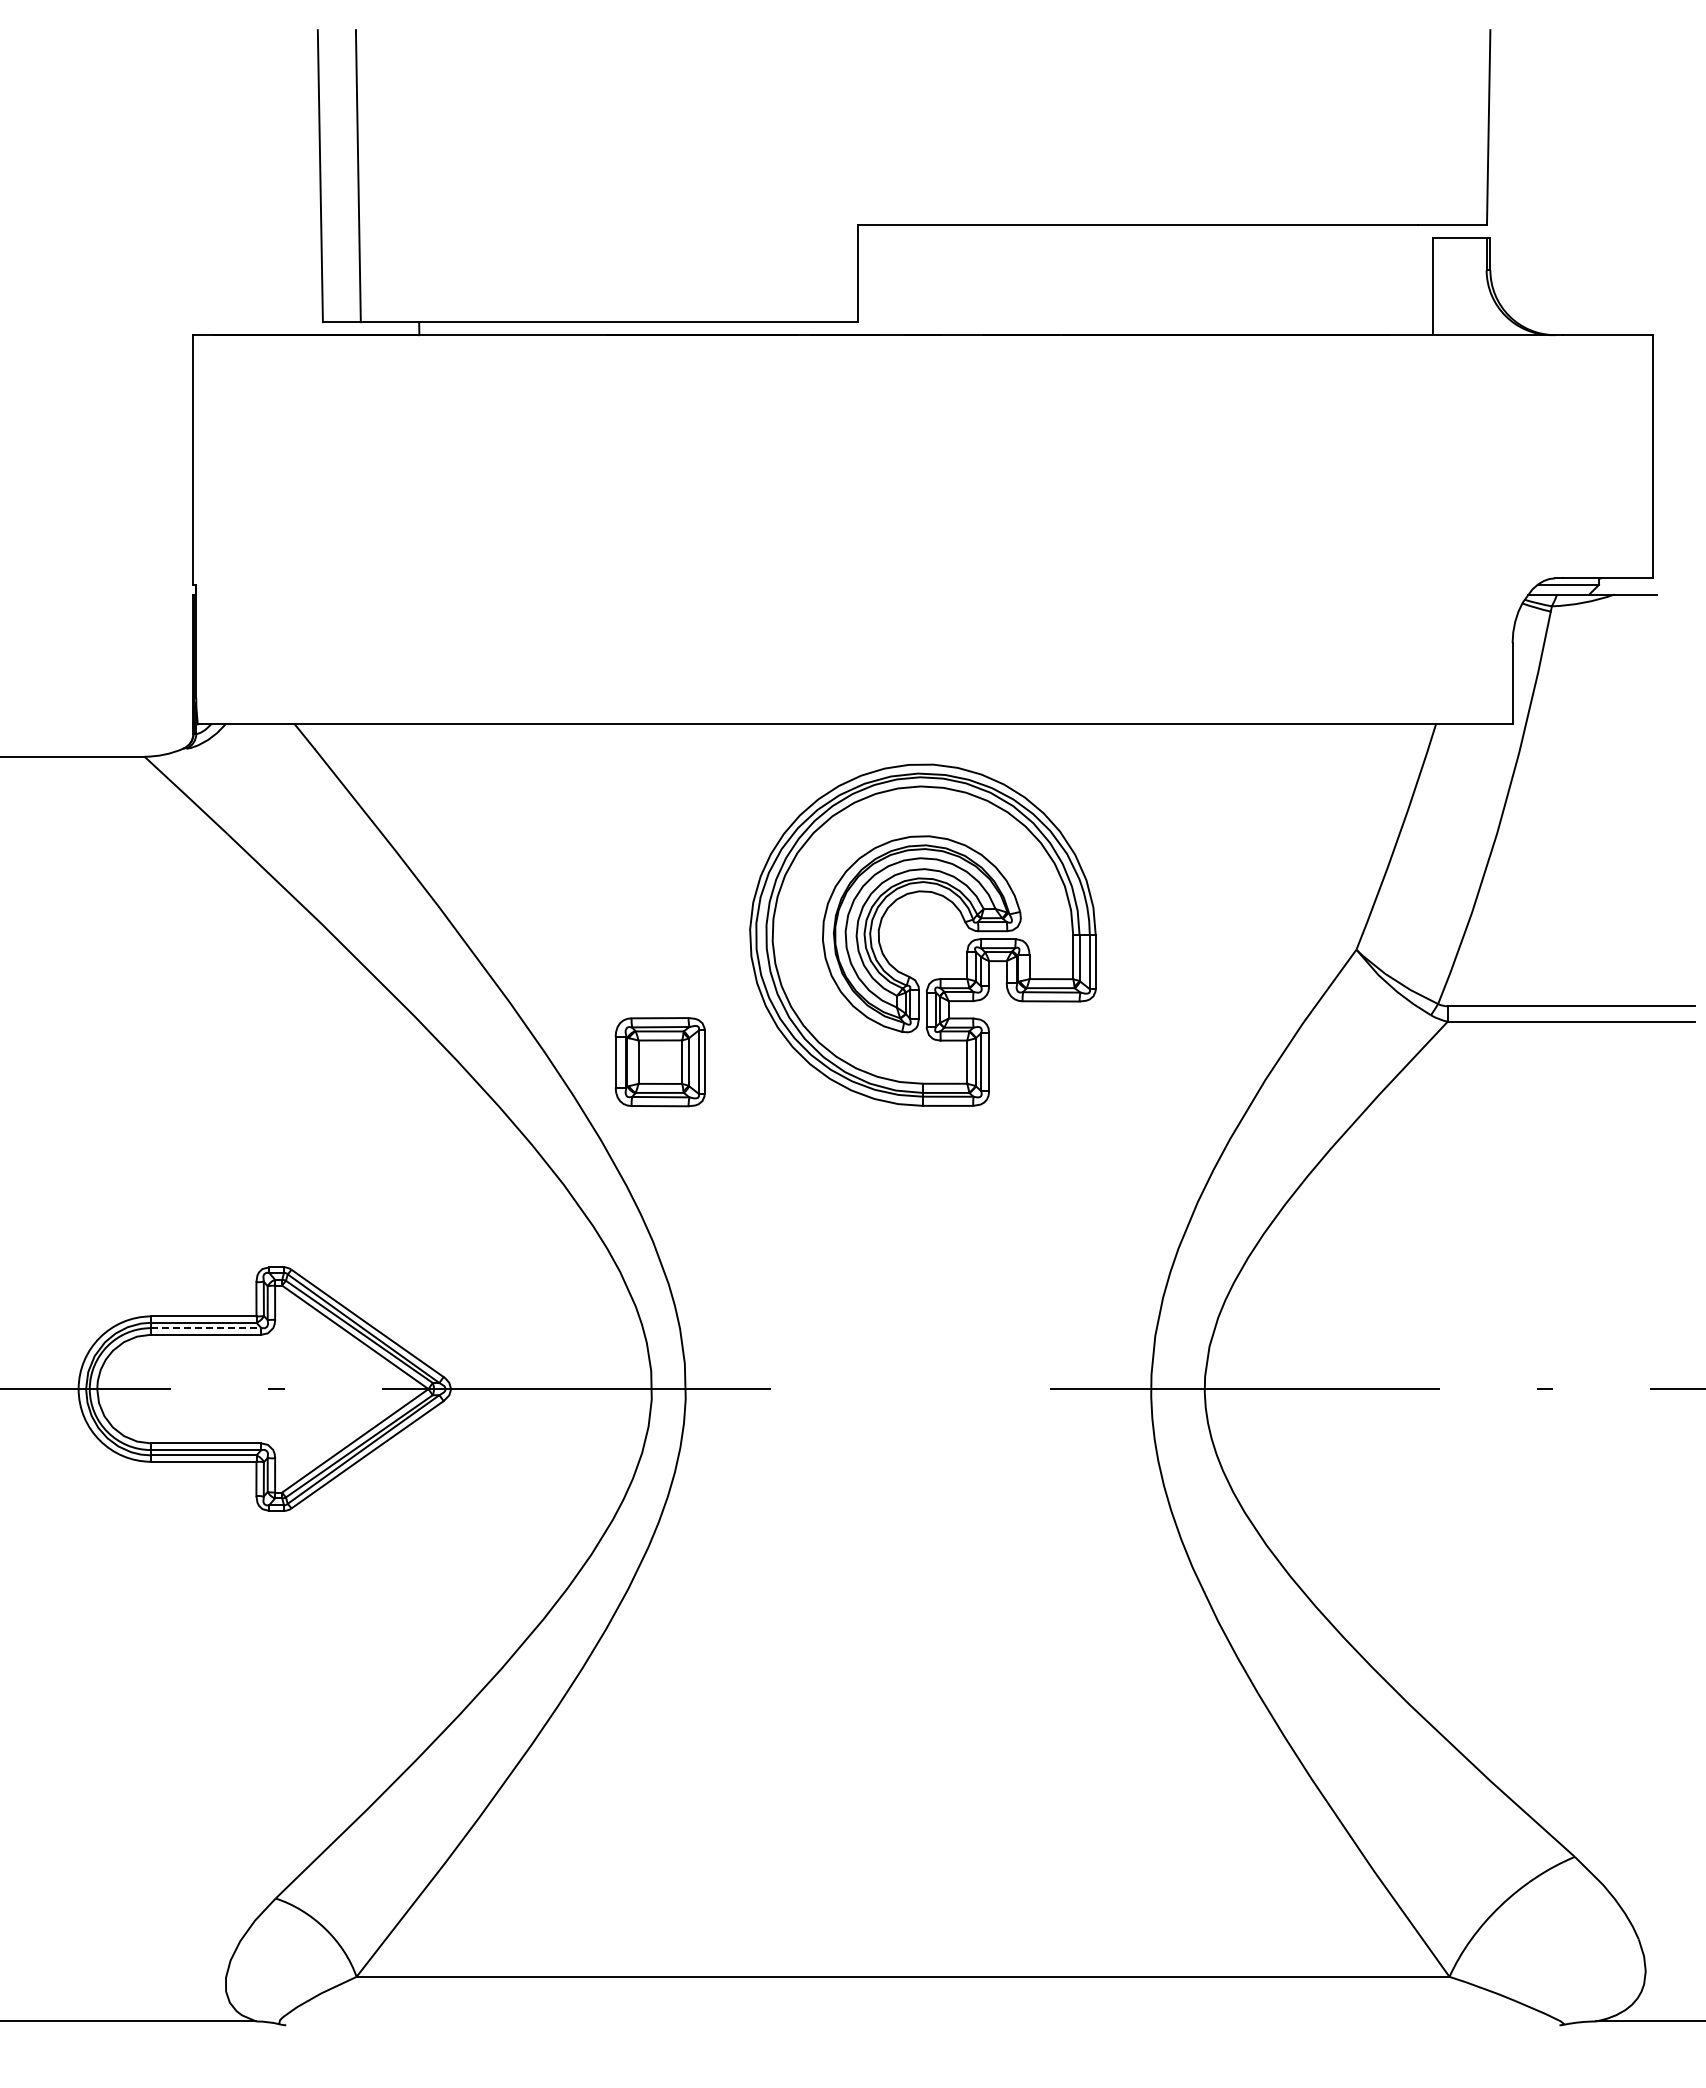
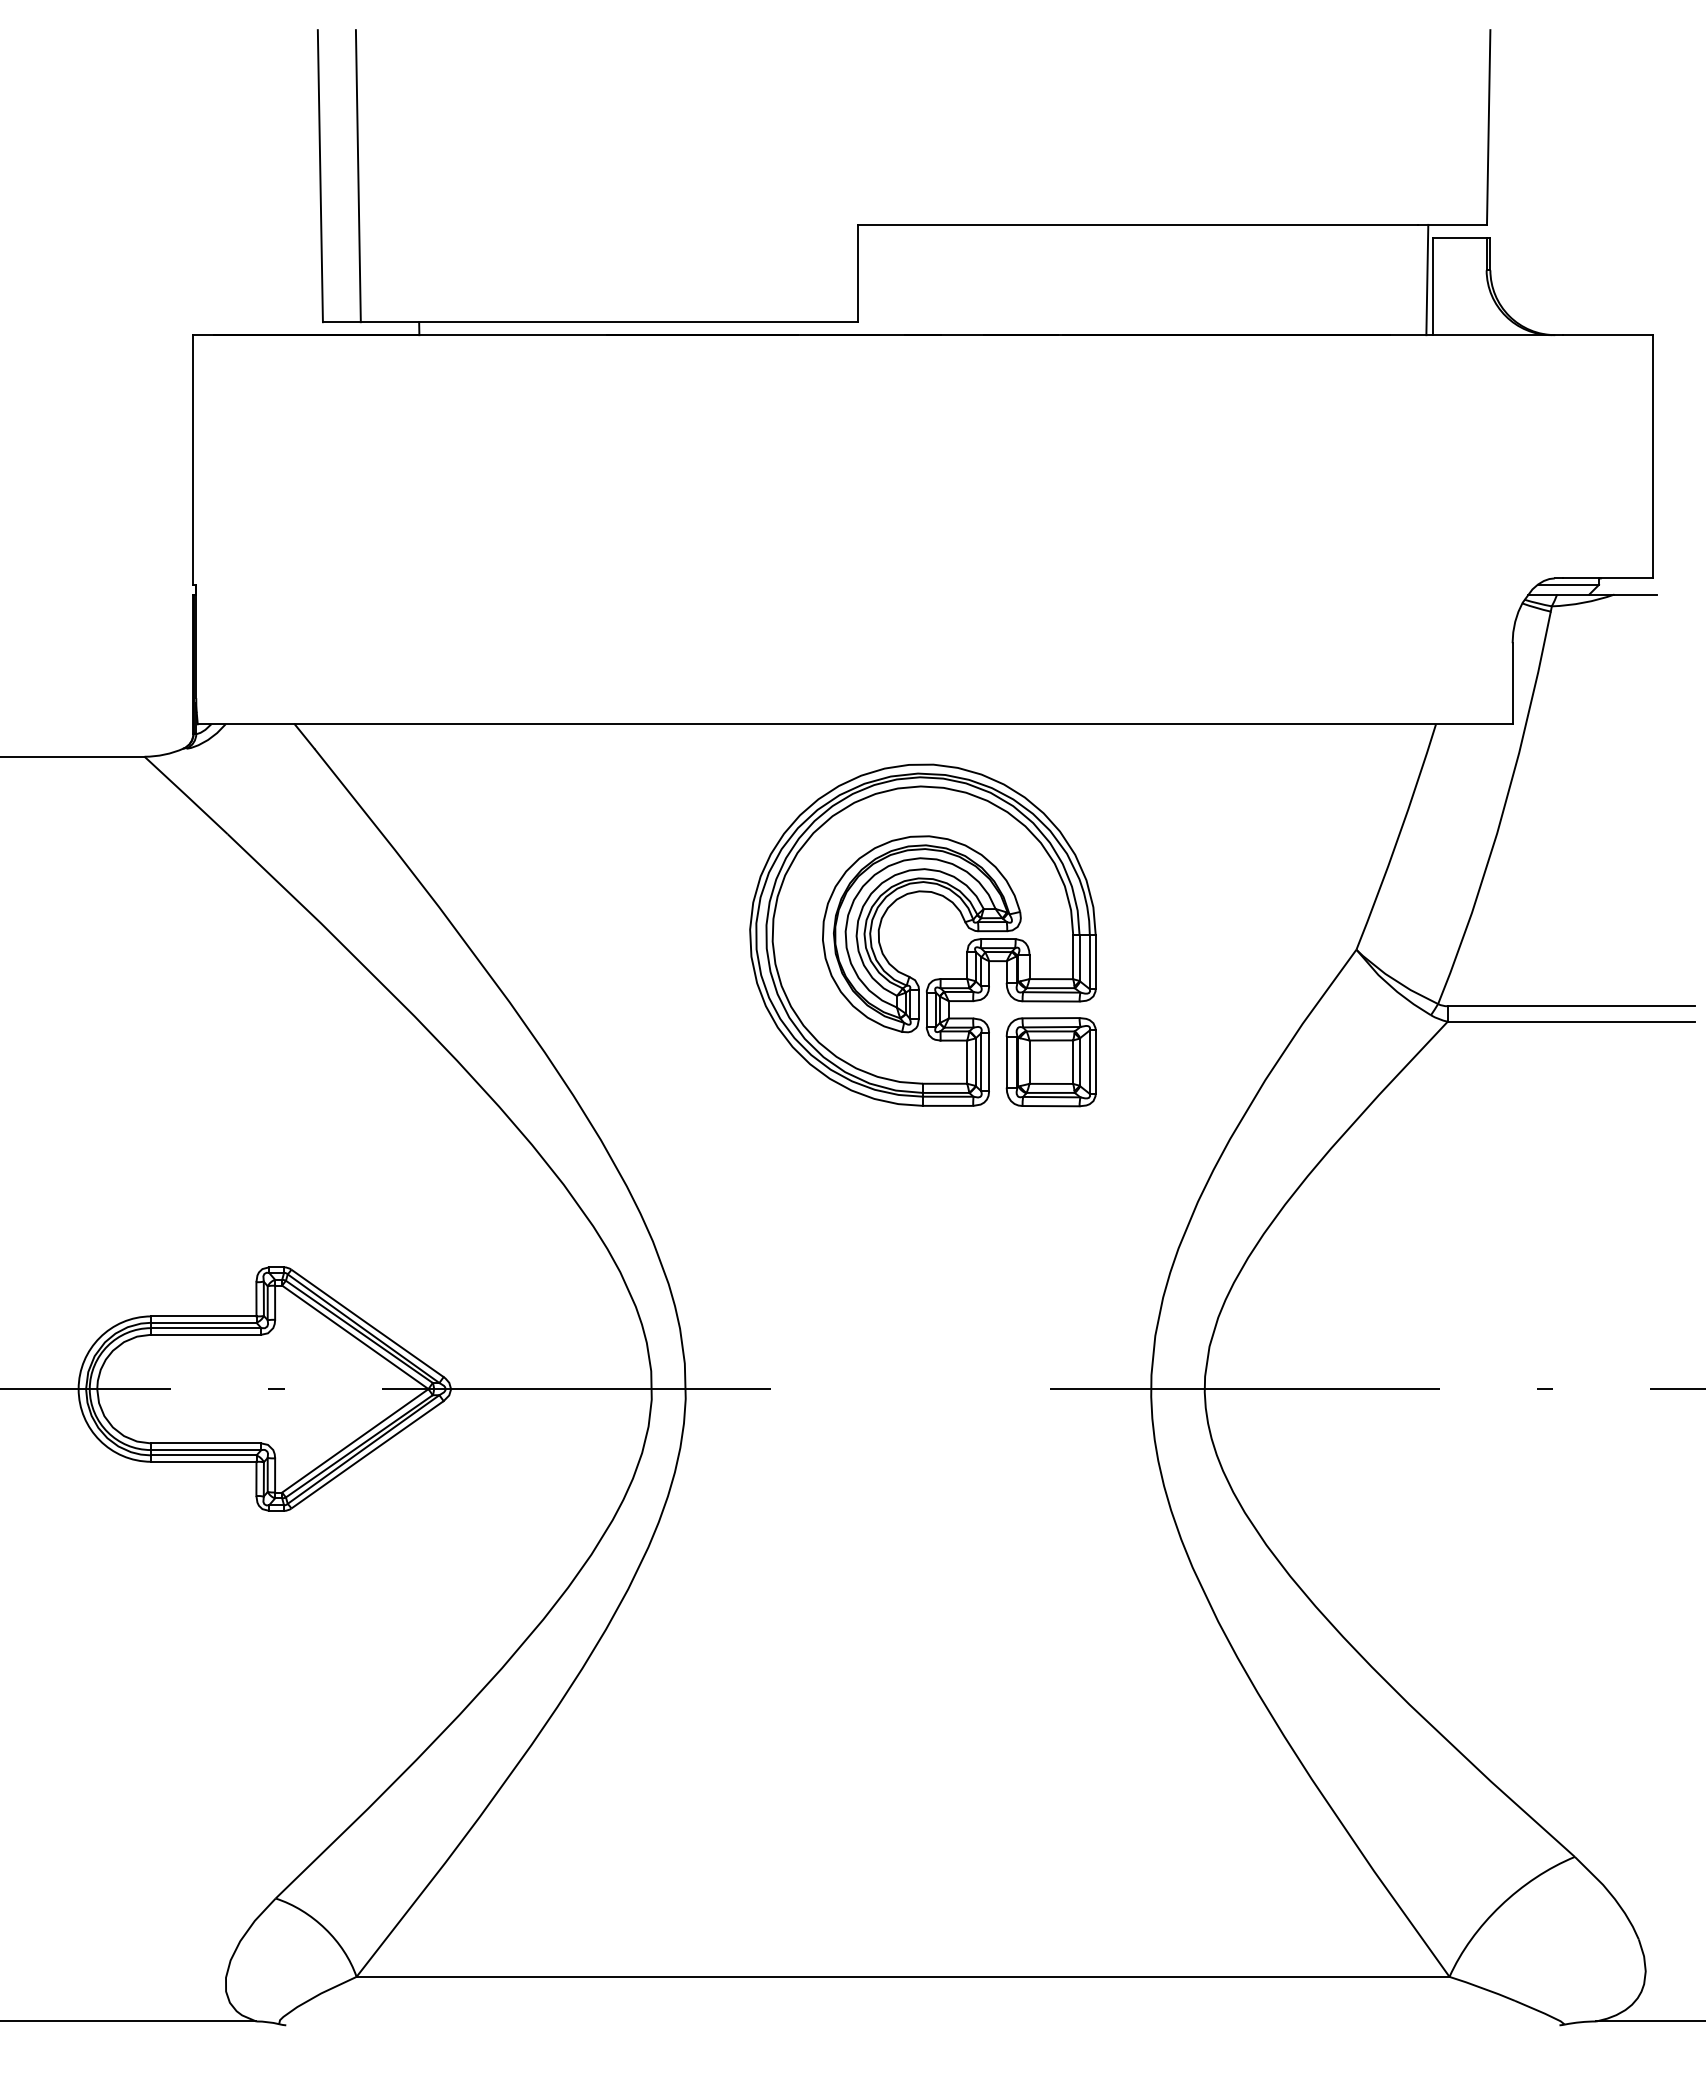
line at (1427, 279): none -> present
part at (659, 1062) position: (659, 1062) -> (1050, 1062)
line at (206, 1328): dashed -> solid
